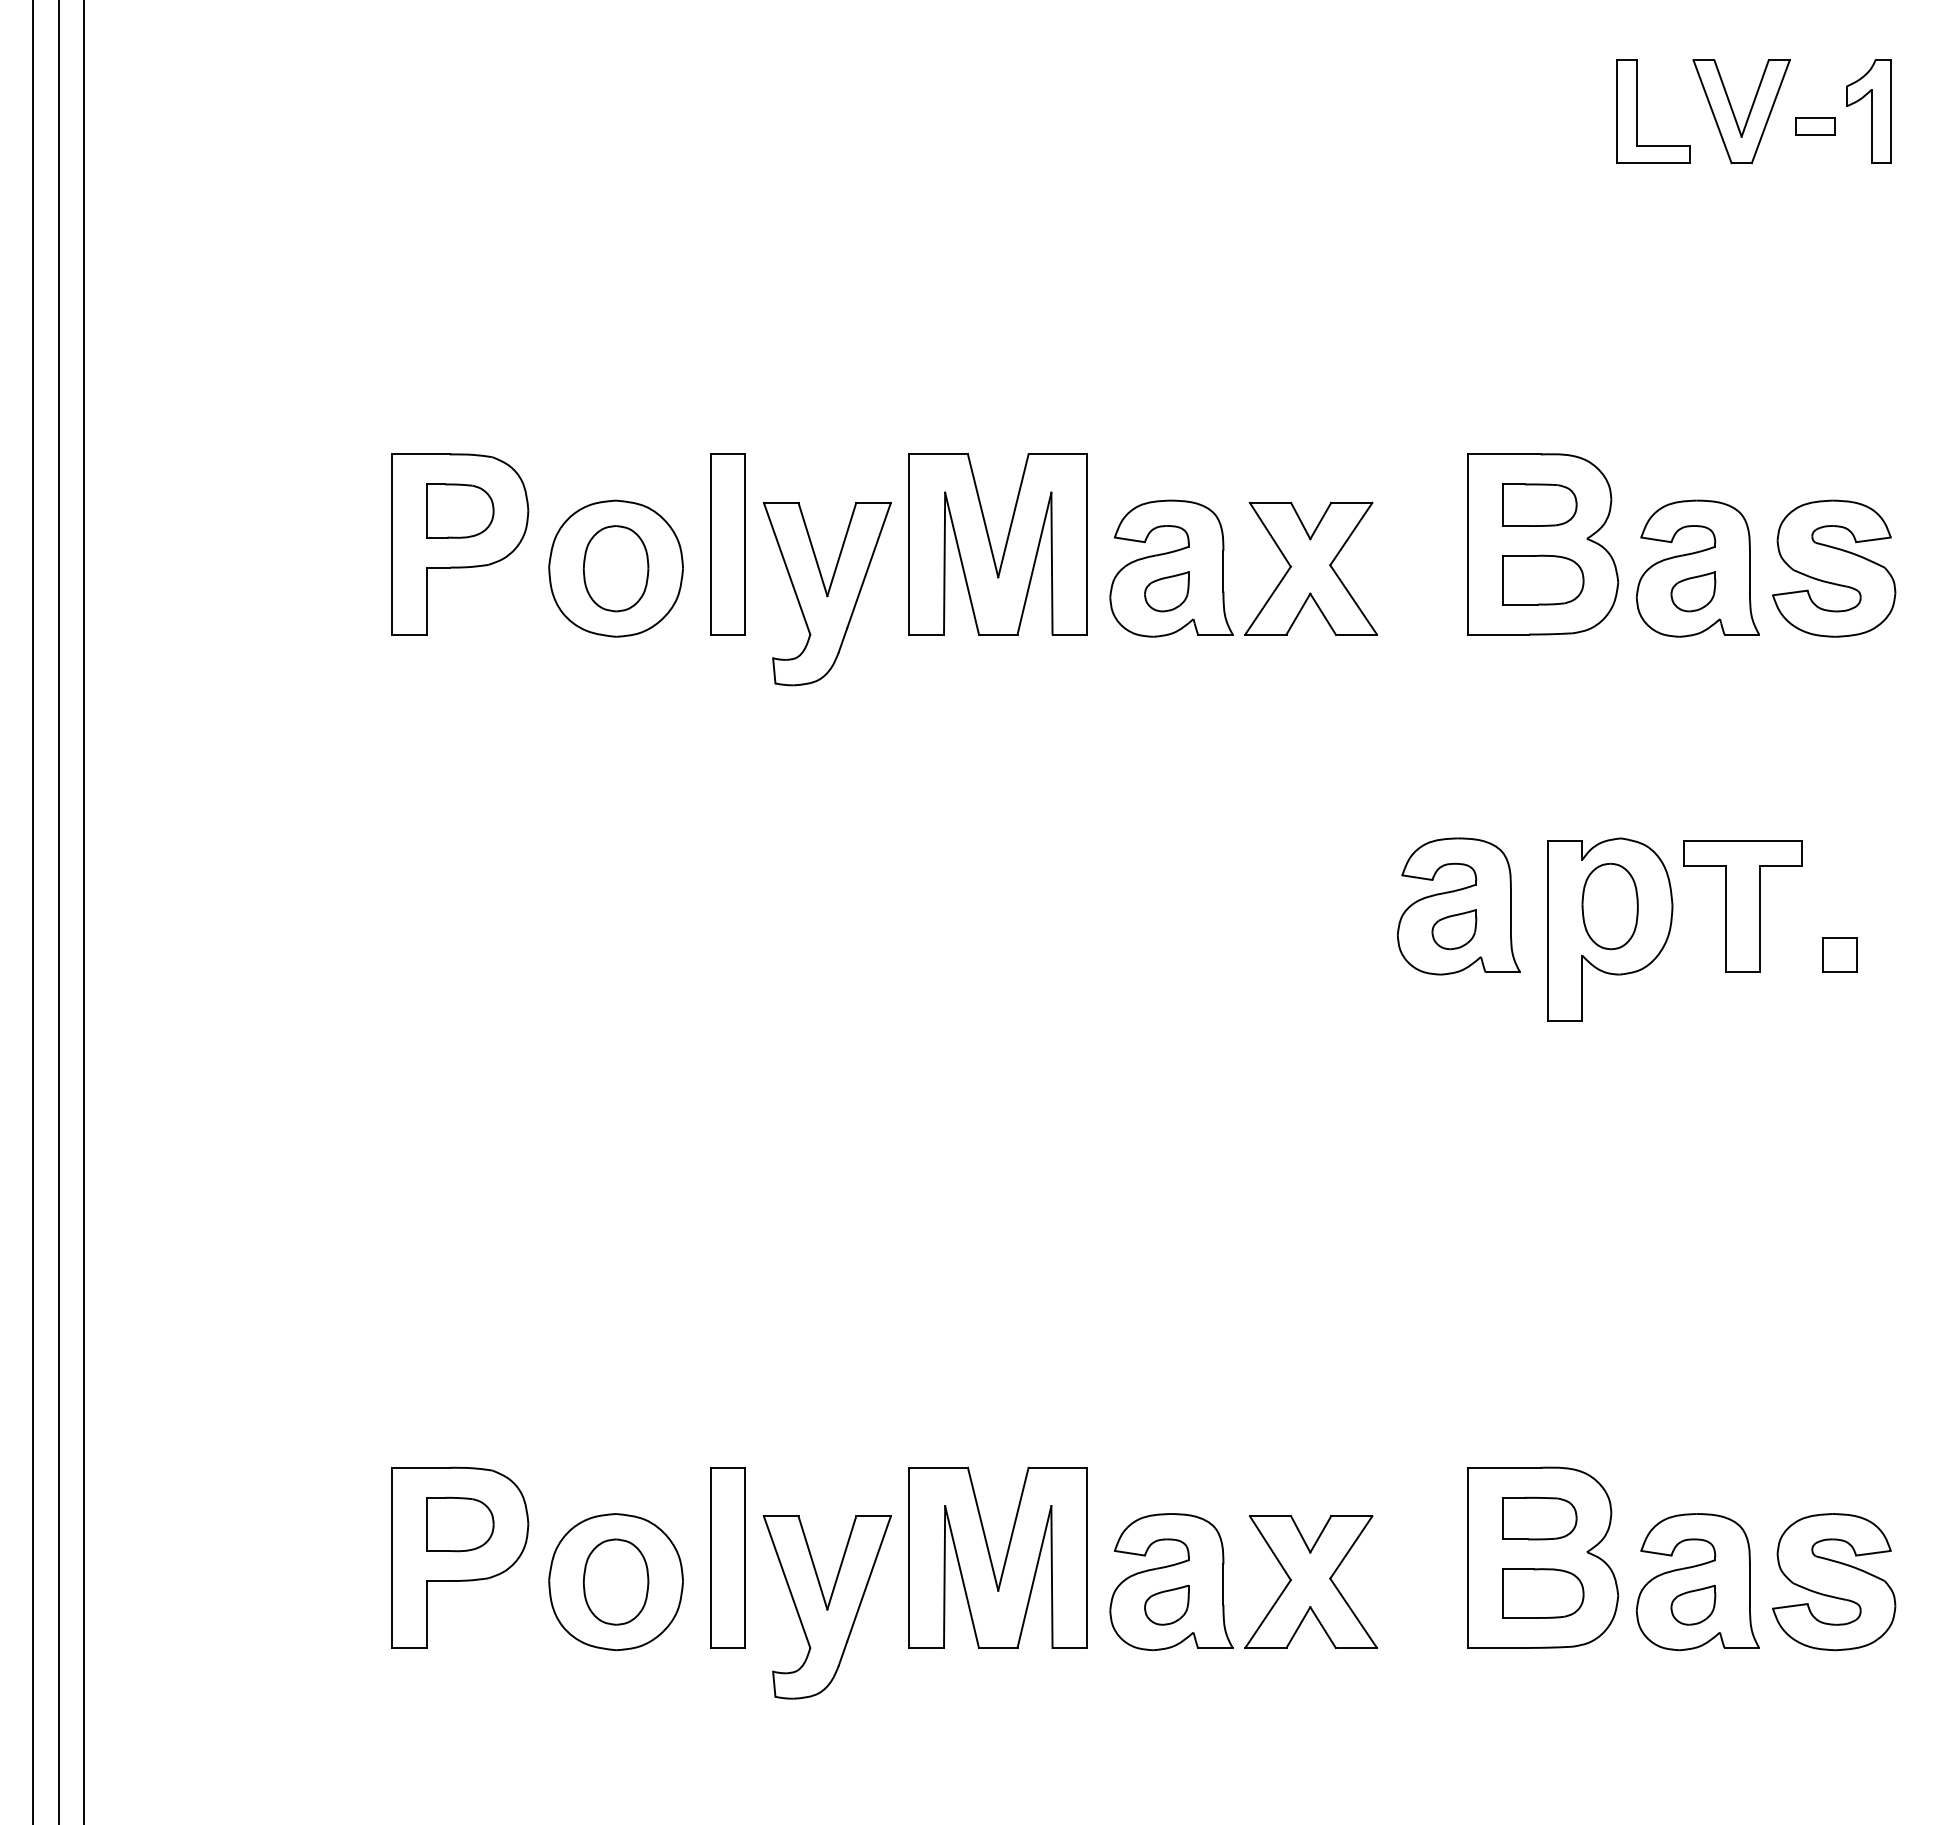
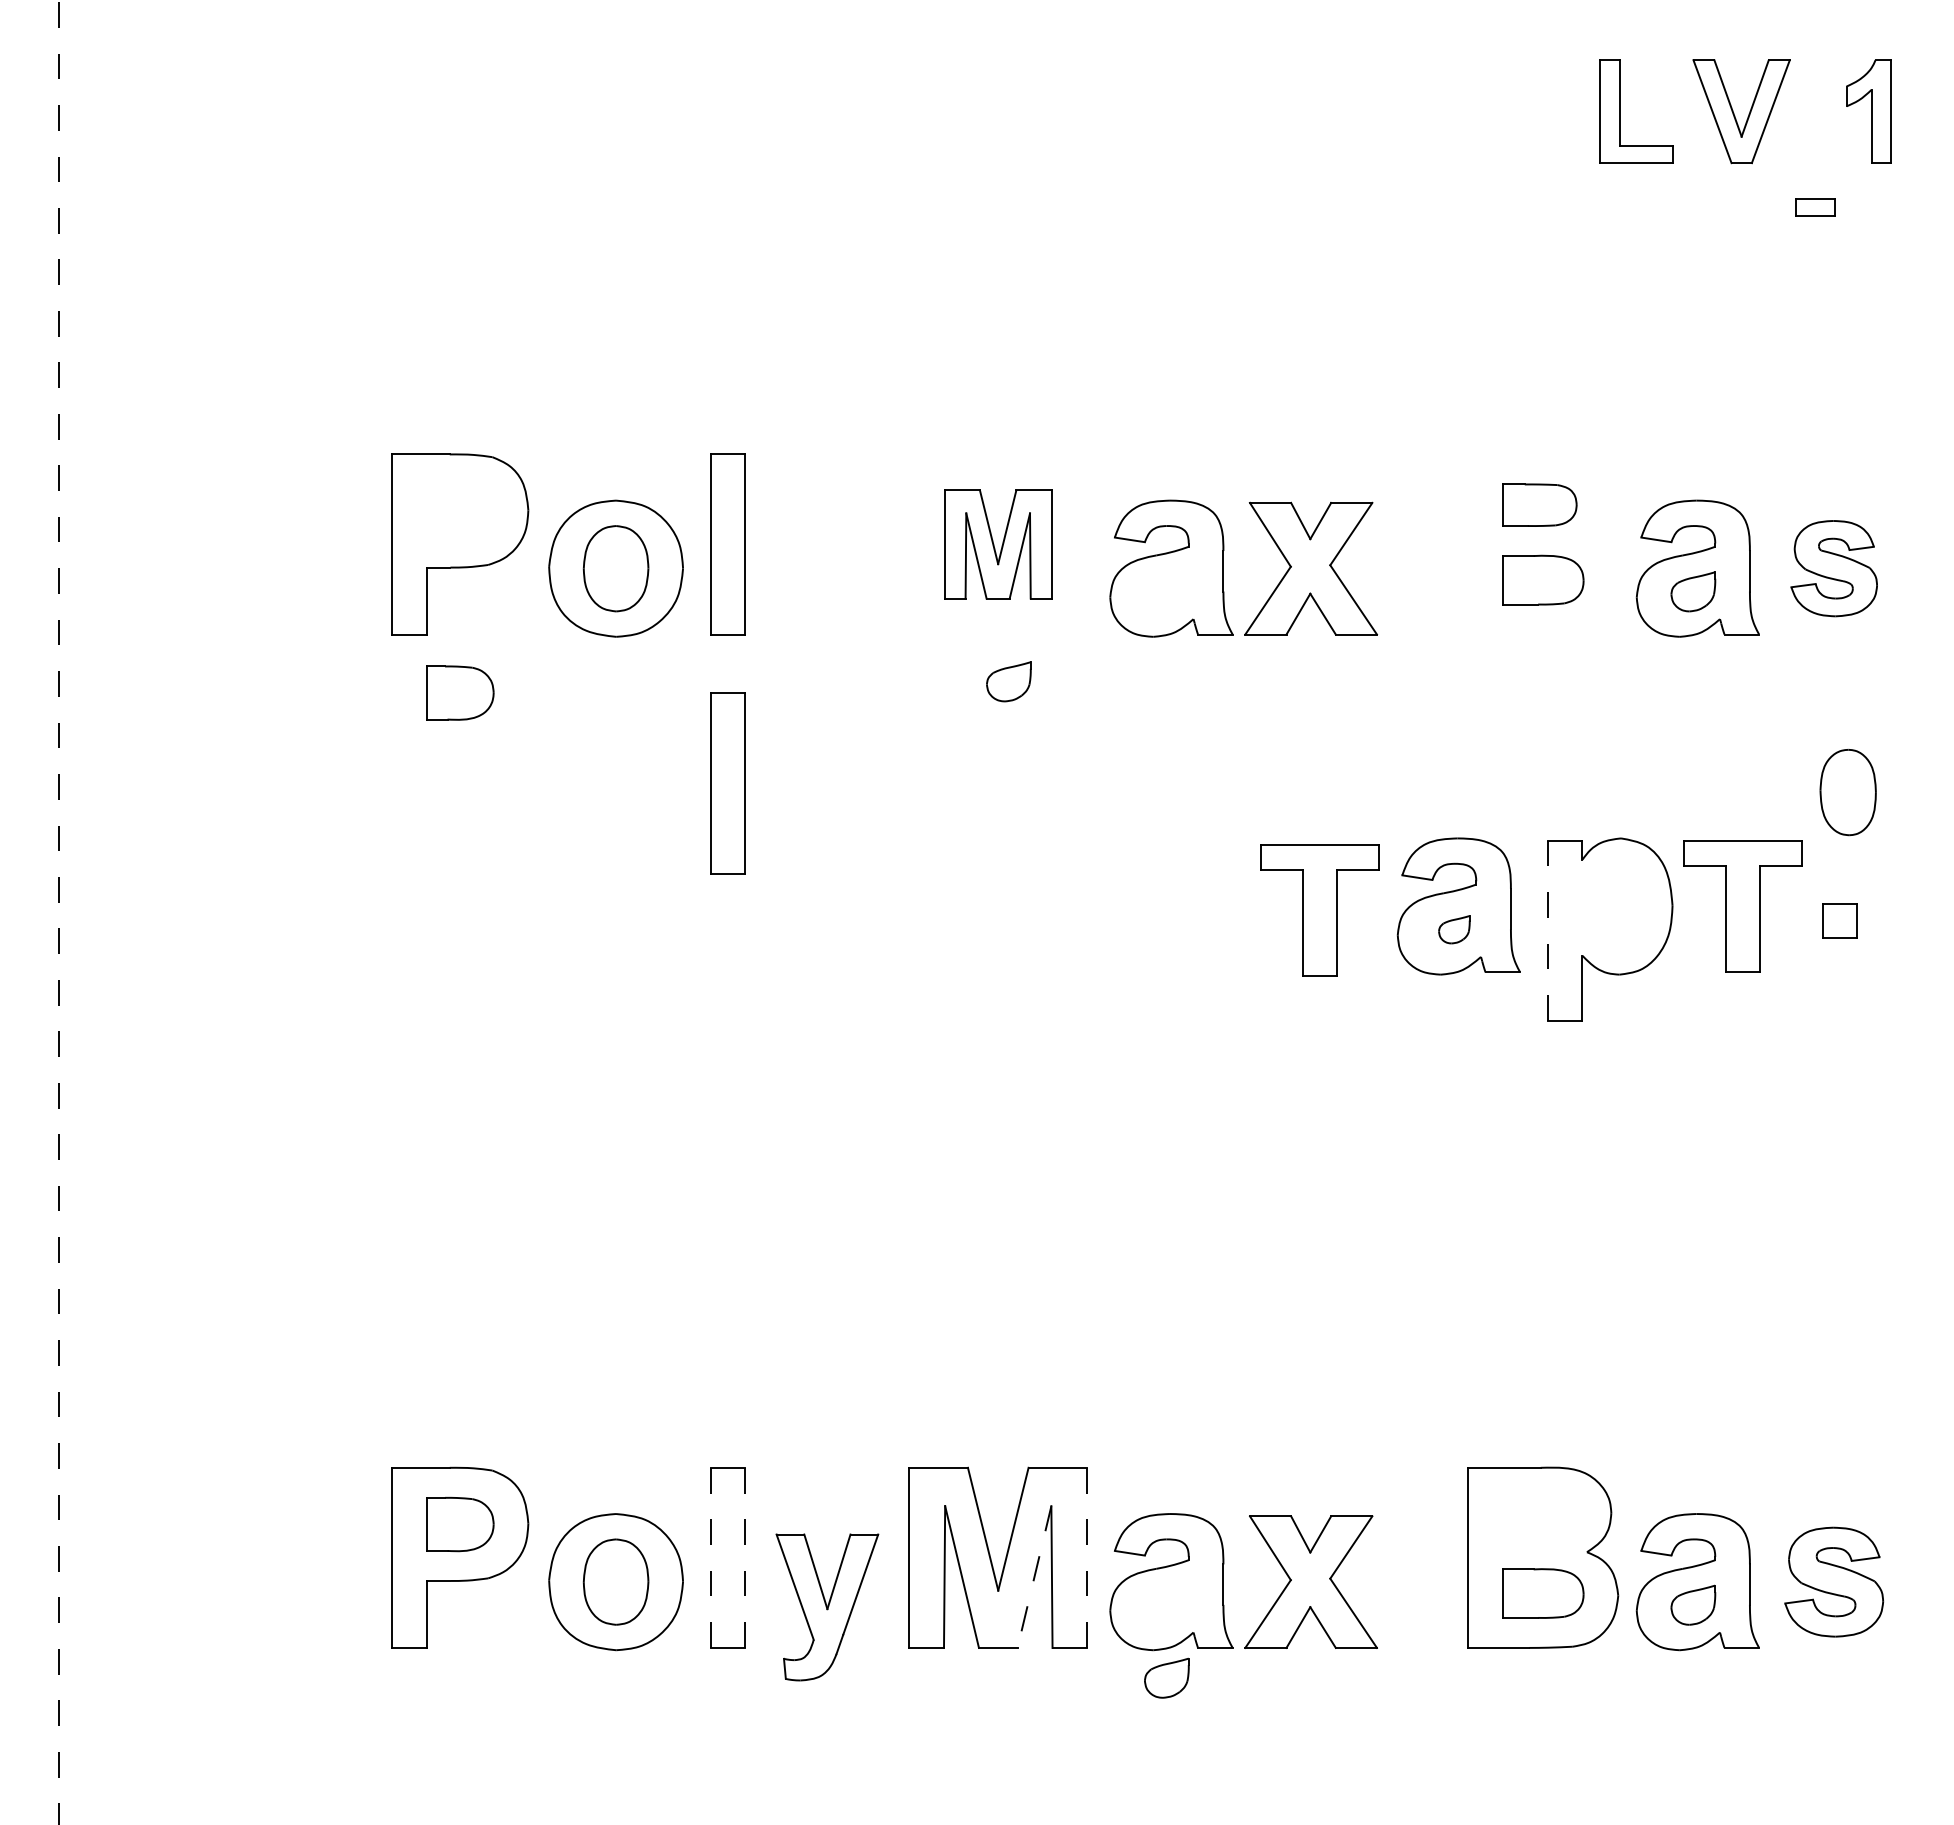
part at (1637, 111) position: (1637, 111) -> (1620, 111)
part at (1815, 126) position: (1815, 126) -> (1815, 207)
part at (460, 510) position: (460, 510) -> (460, 692)
part at (997, 544) size: 180x183 px -> 109x111 px
part at (1543, 544): present -> none
part at (1834, 568) size: 125x139 px -> 88x98 px
part at (1166, 591) position: (1166, 591) -> (1008, 681)
part at (826, 593): present -> none
part at (727, 783): none -> present
part at (1609, 906) position: (1609, 906) -> (1847, 792)
part at (1319, 910): none -> present
line at (32, 911): present -> none
line at (84, 911): present -> none
line at (58, 912): solid -> dashed
part at (1454, 929) size: 47x42 px -> 33x30 px
line at (1547, 930): solid -> dashed
part at (1839, 954) position: (1839, 954) -> (1839, 920)
part at (1539, 1518): present -> none
line at (710, 1557): solid -> dashed
line at (745, 1558): solid -> dashed
line at (1087, 1558): solid -> dashed
line at (1034, 1577): solid -> dashed
part at (1834, 1582) size: 125x139 px -> 101x112 px
part at (1166, 1604) position: (1166, 1604) -> (1166, 1677)
part at (827, 1607) size: 129x185 px -> 105x149 px
